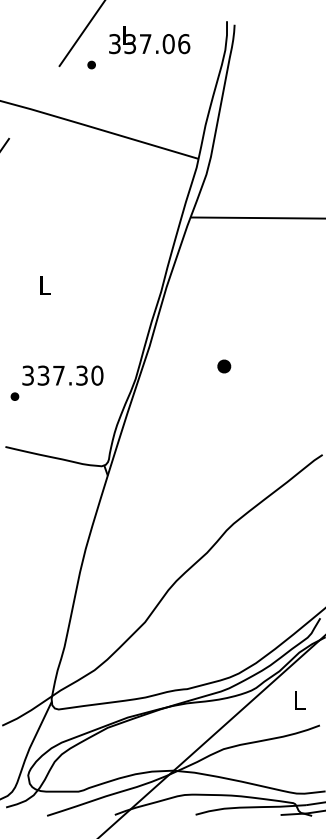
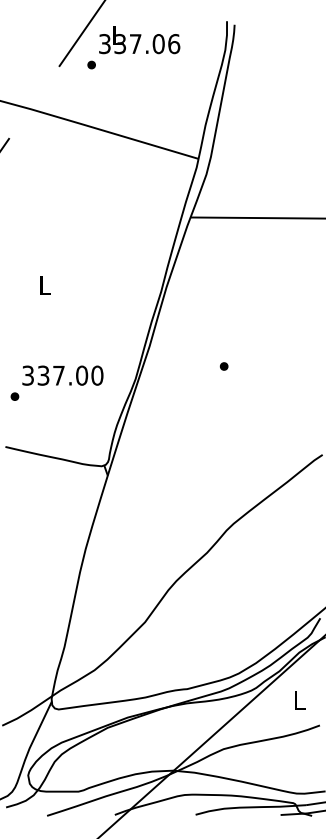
text at (149, 40) position: (149, 40) -> (139, 40)
part at (224, 366) size: 15x15 px -> 10x9 px
text at (82, 375): 337.30 -> 337.00
